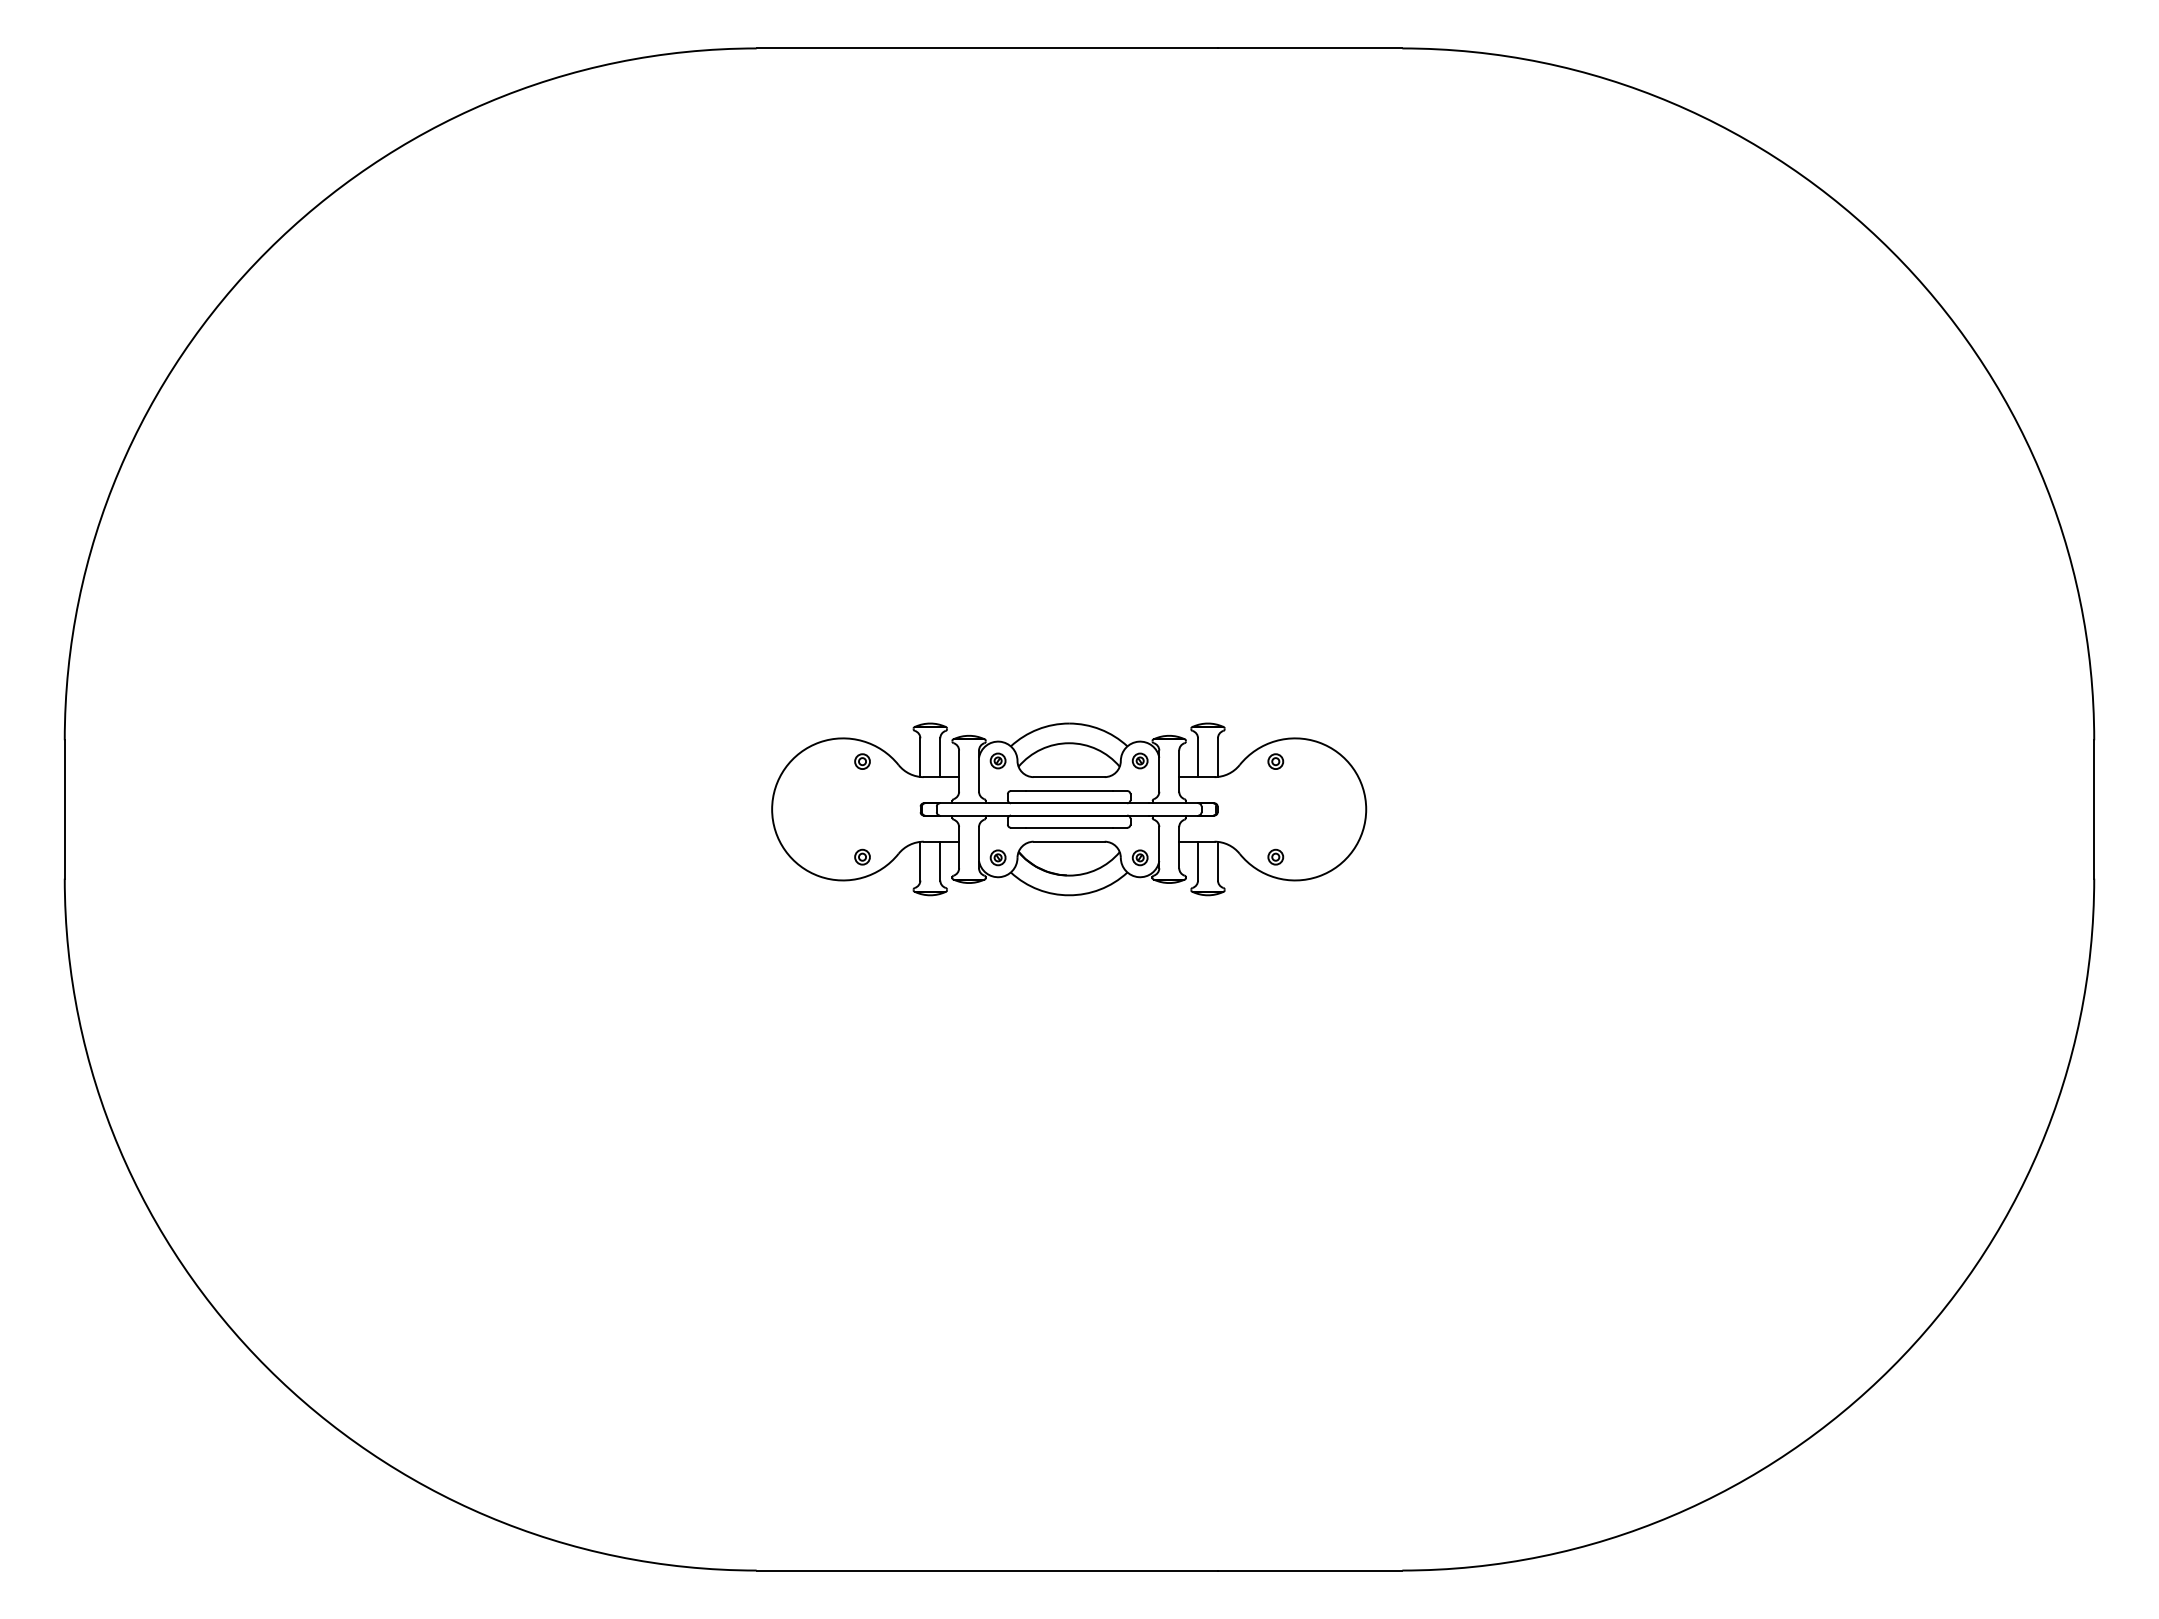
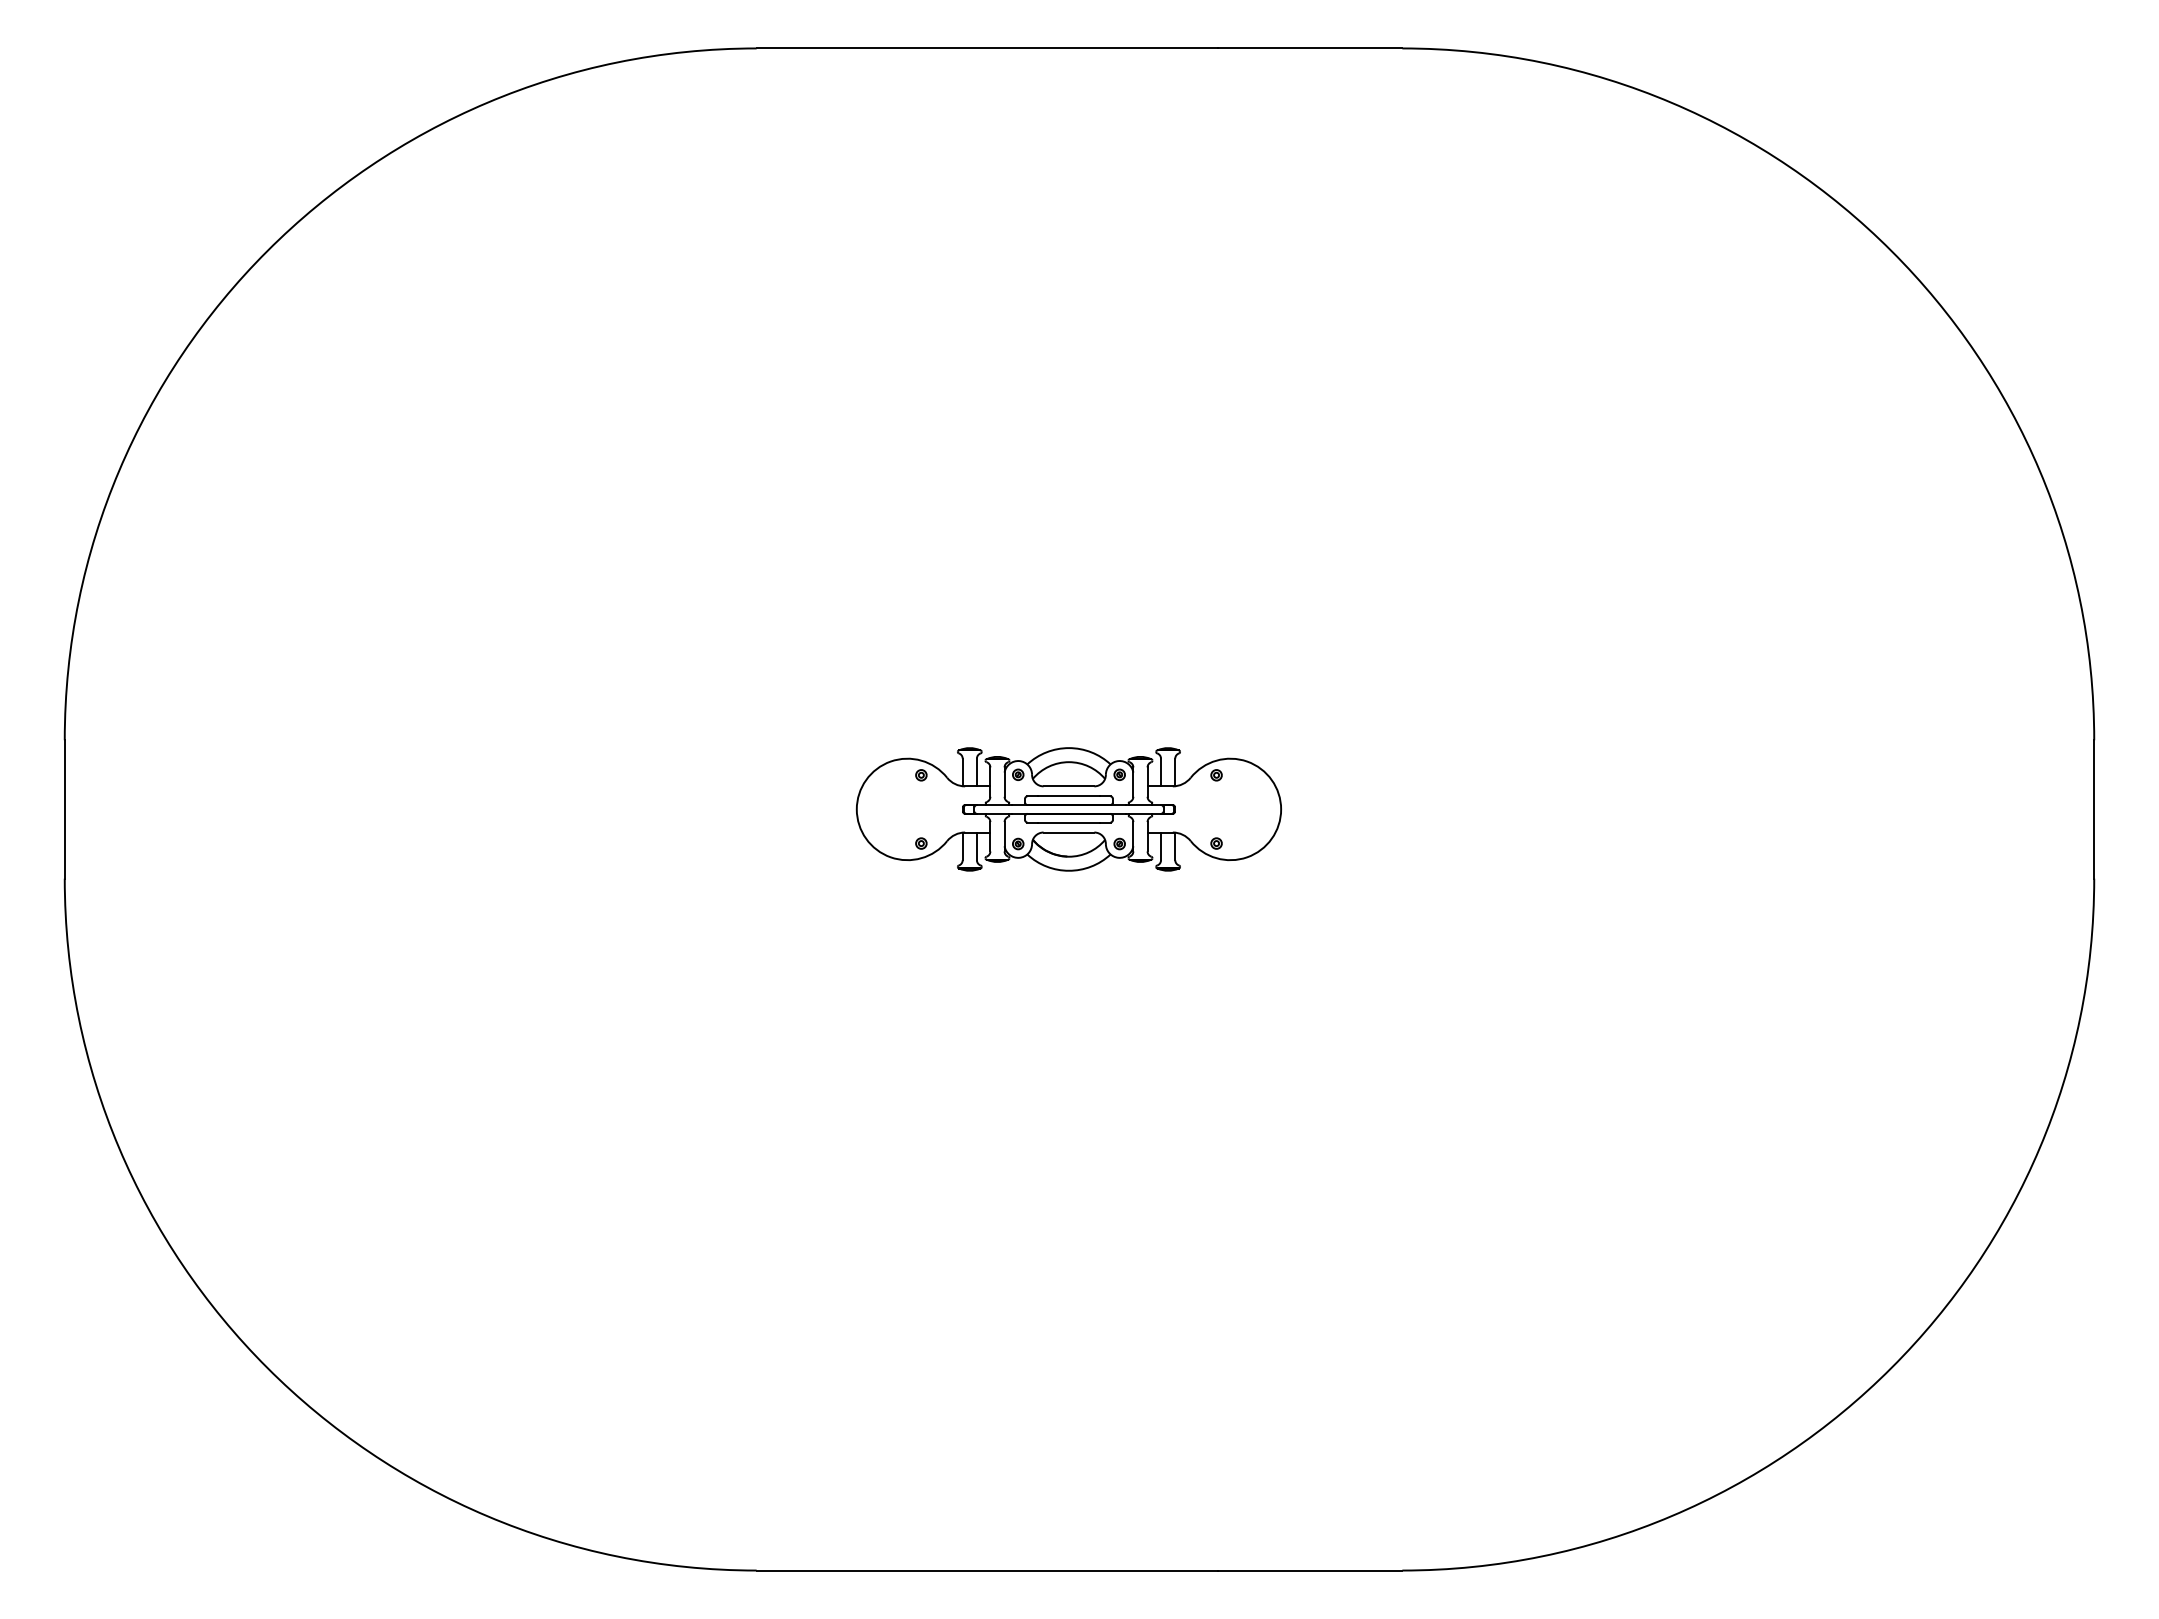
part at (1069, 809) size: 597x175 px -> 427x125 px
